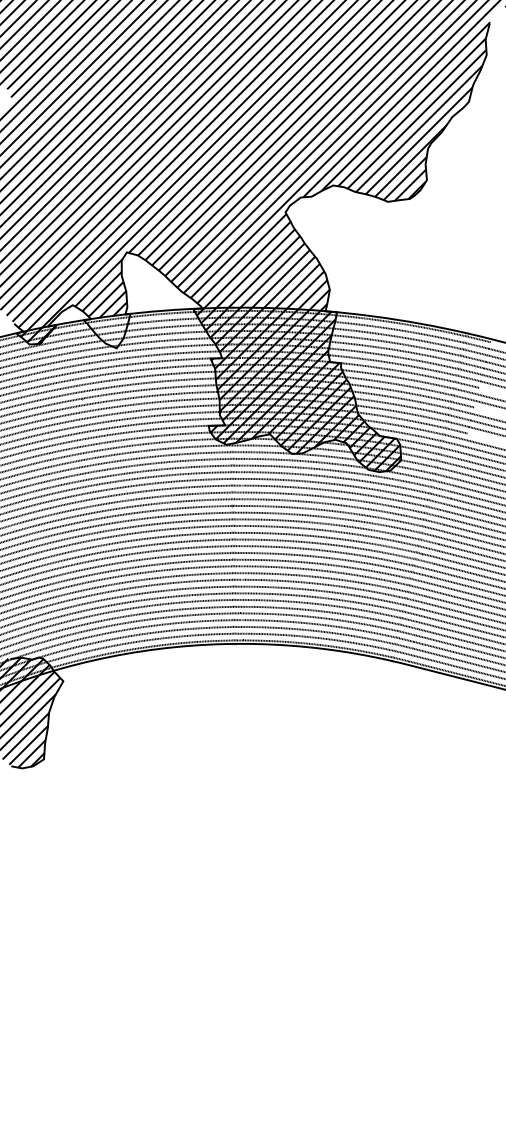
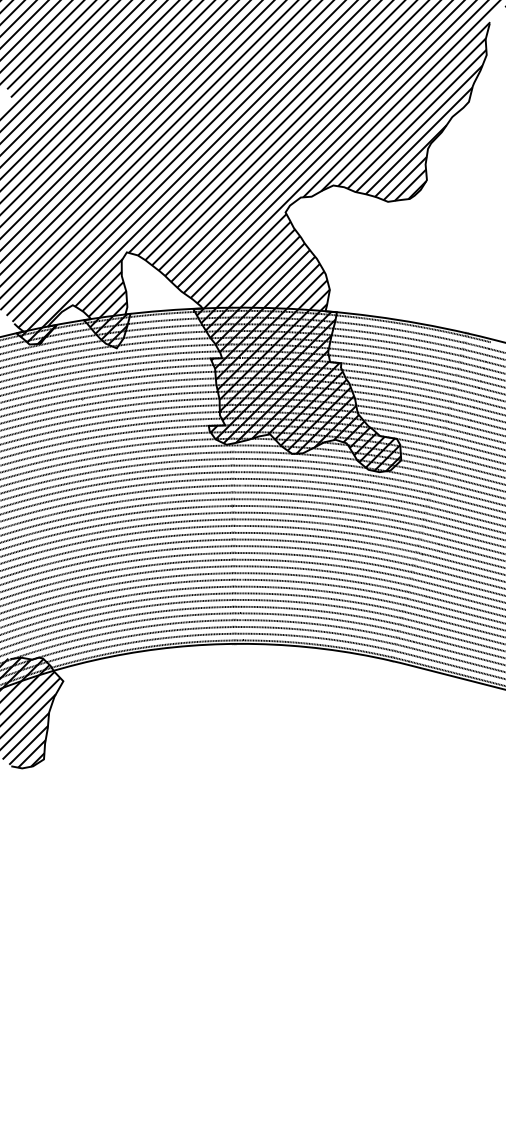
hatch at (105, 331): none -> present
line at (490, 390): none -> present
line at (488, 410): none -> present
line at (484, 437): none -> present
